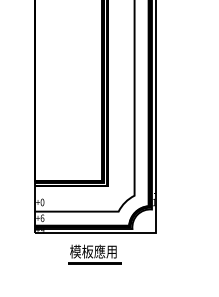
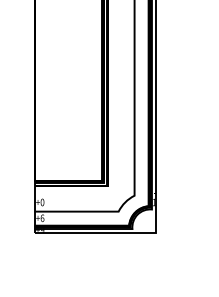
part at (94, 254): present -> none
